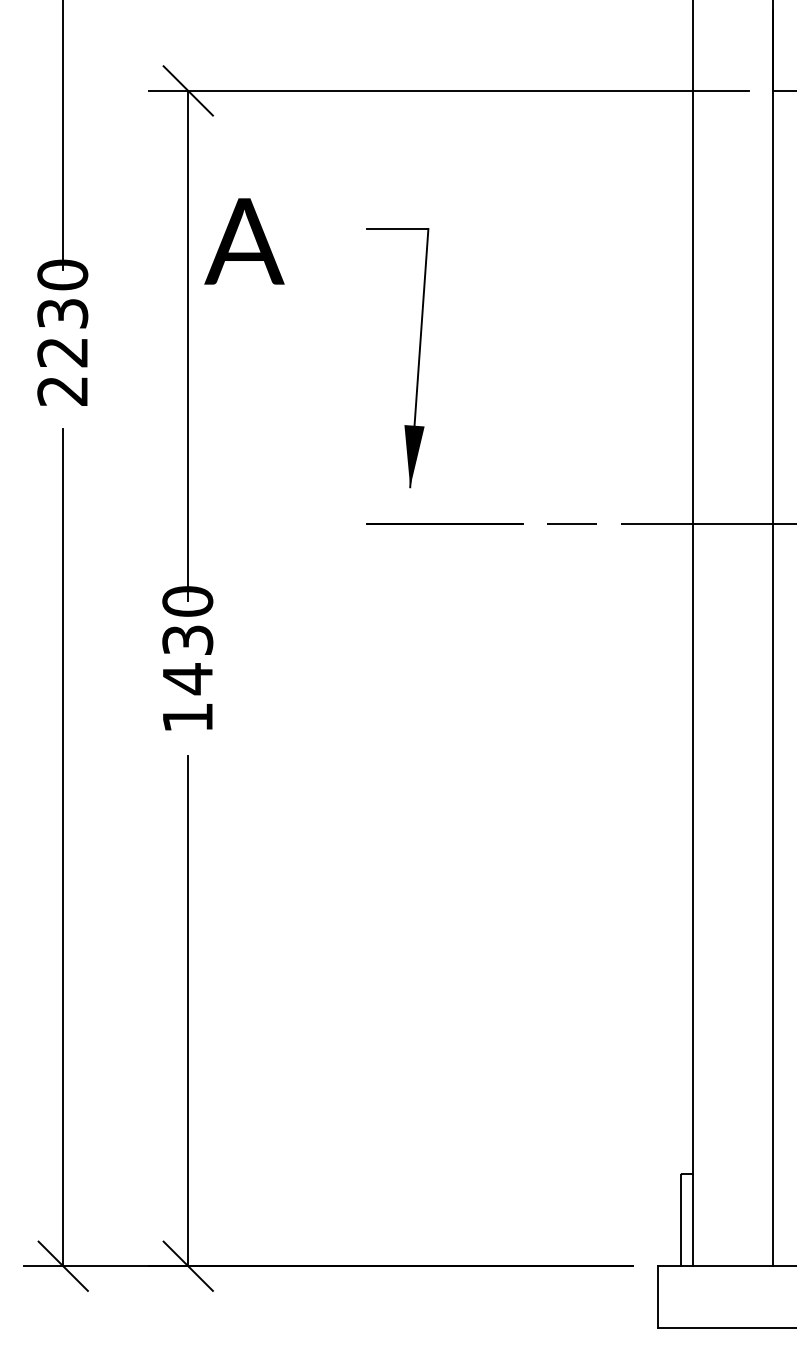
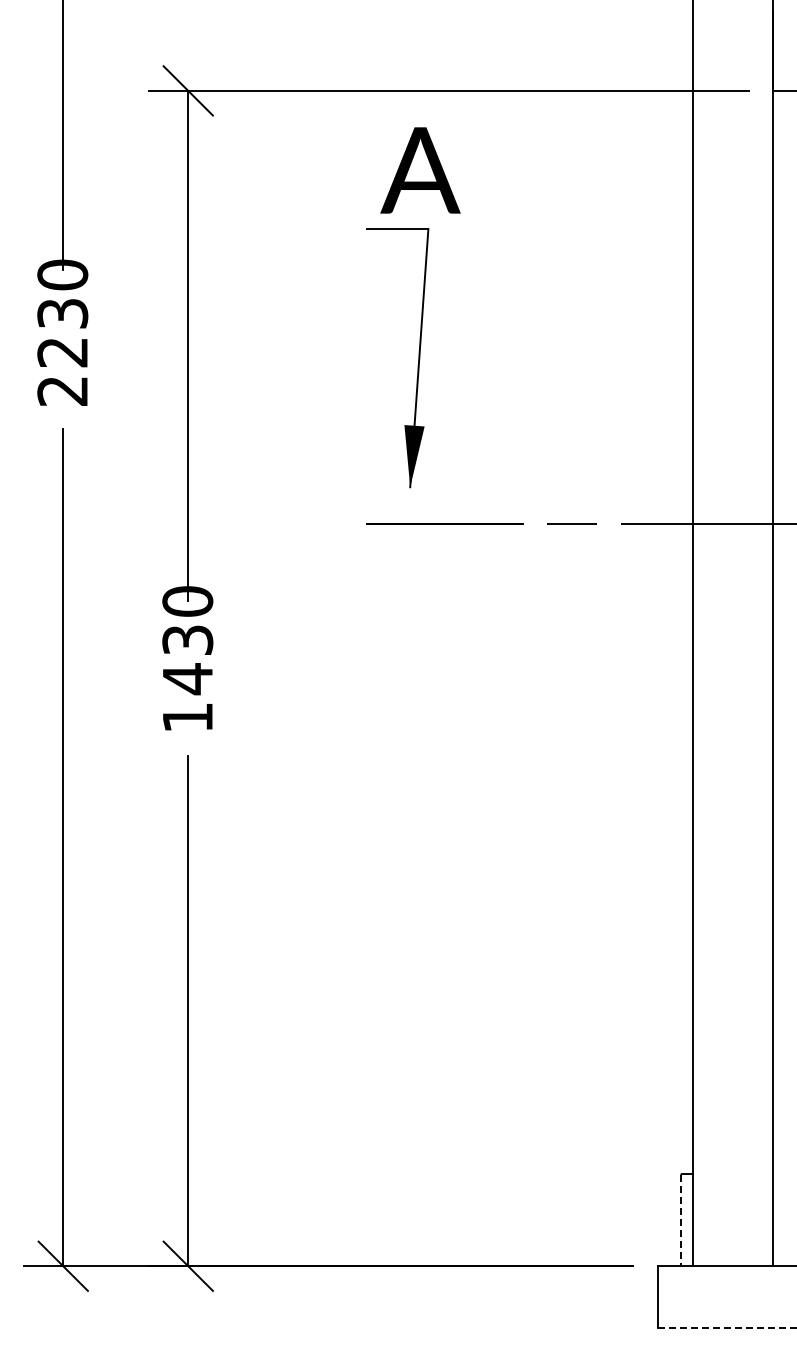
text at (244, 241) position: (244, 241) -> (420, 170)
line at (681, 1220): solid -> dashed
line at (727, 1327): solid -> dashed
